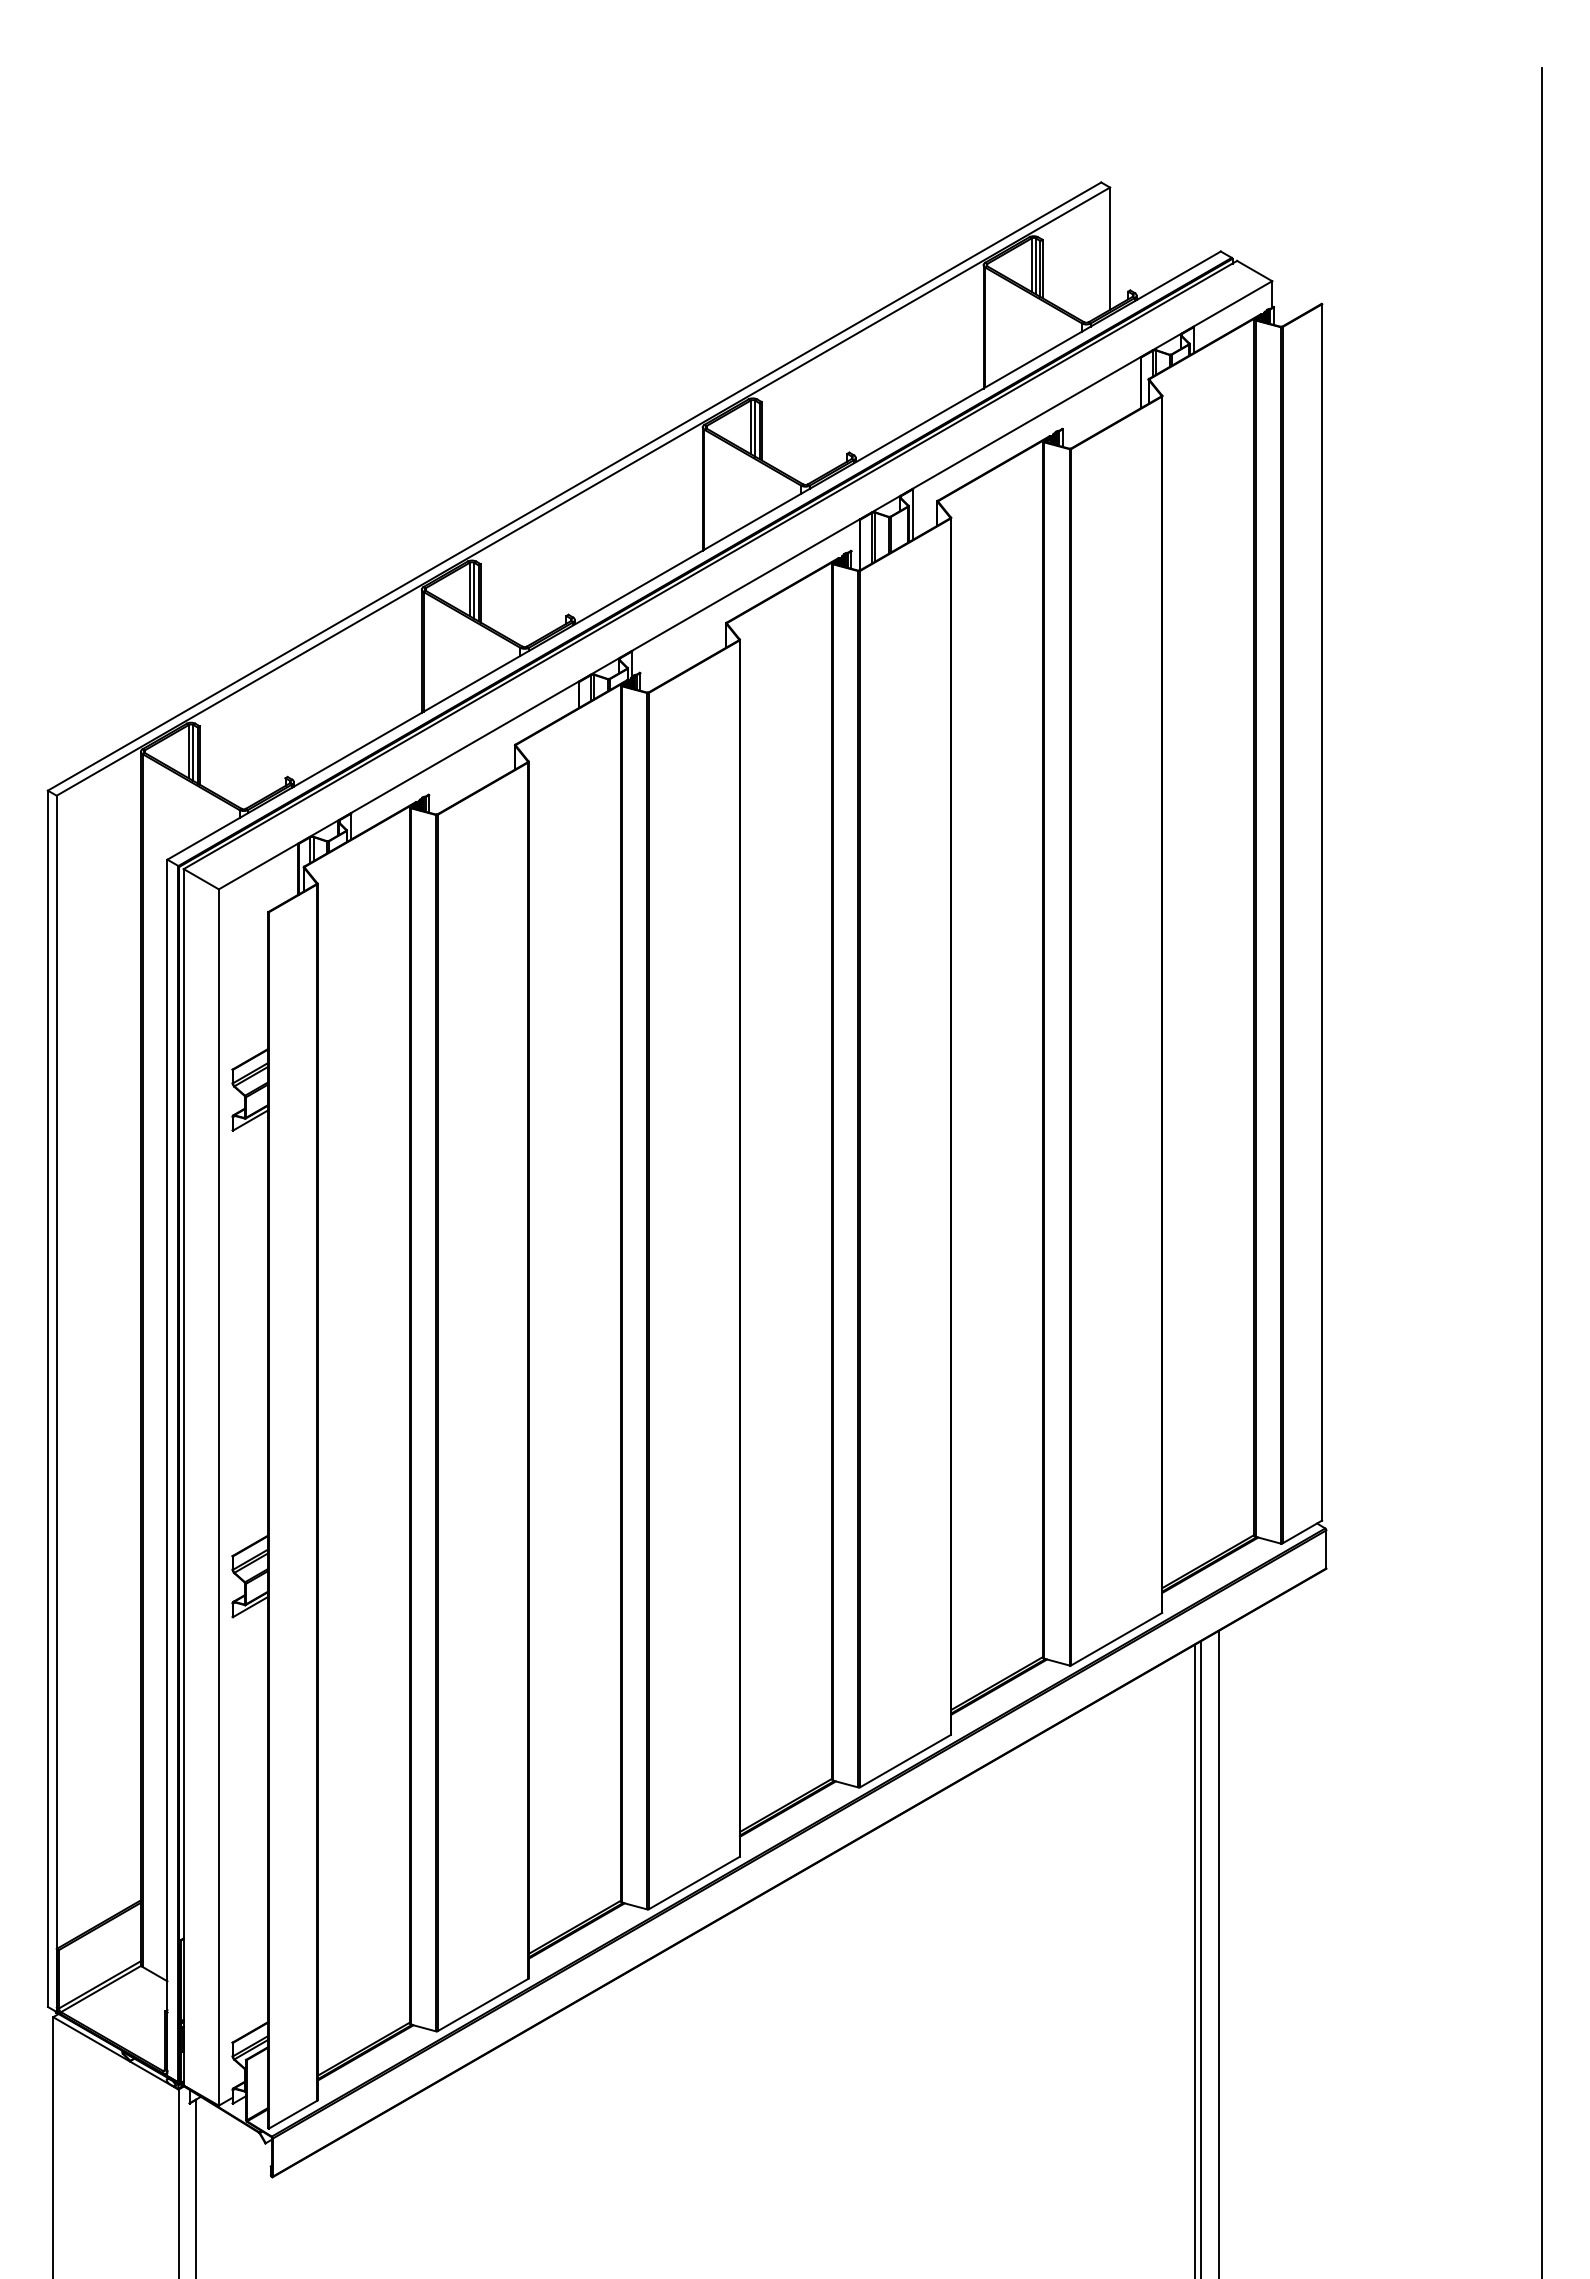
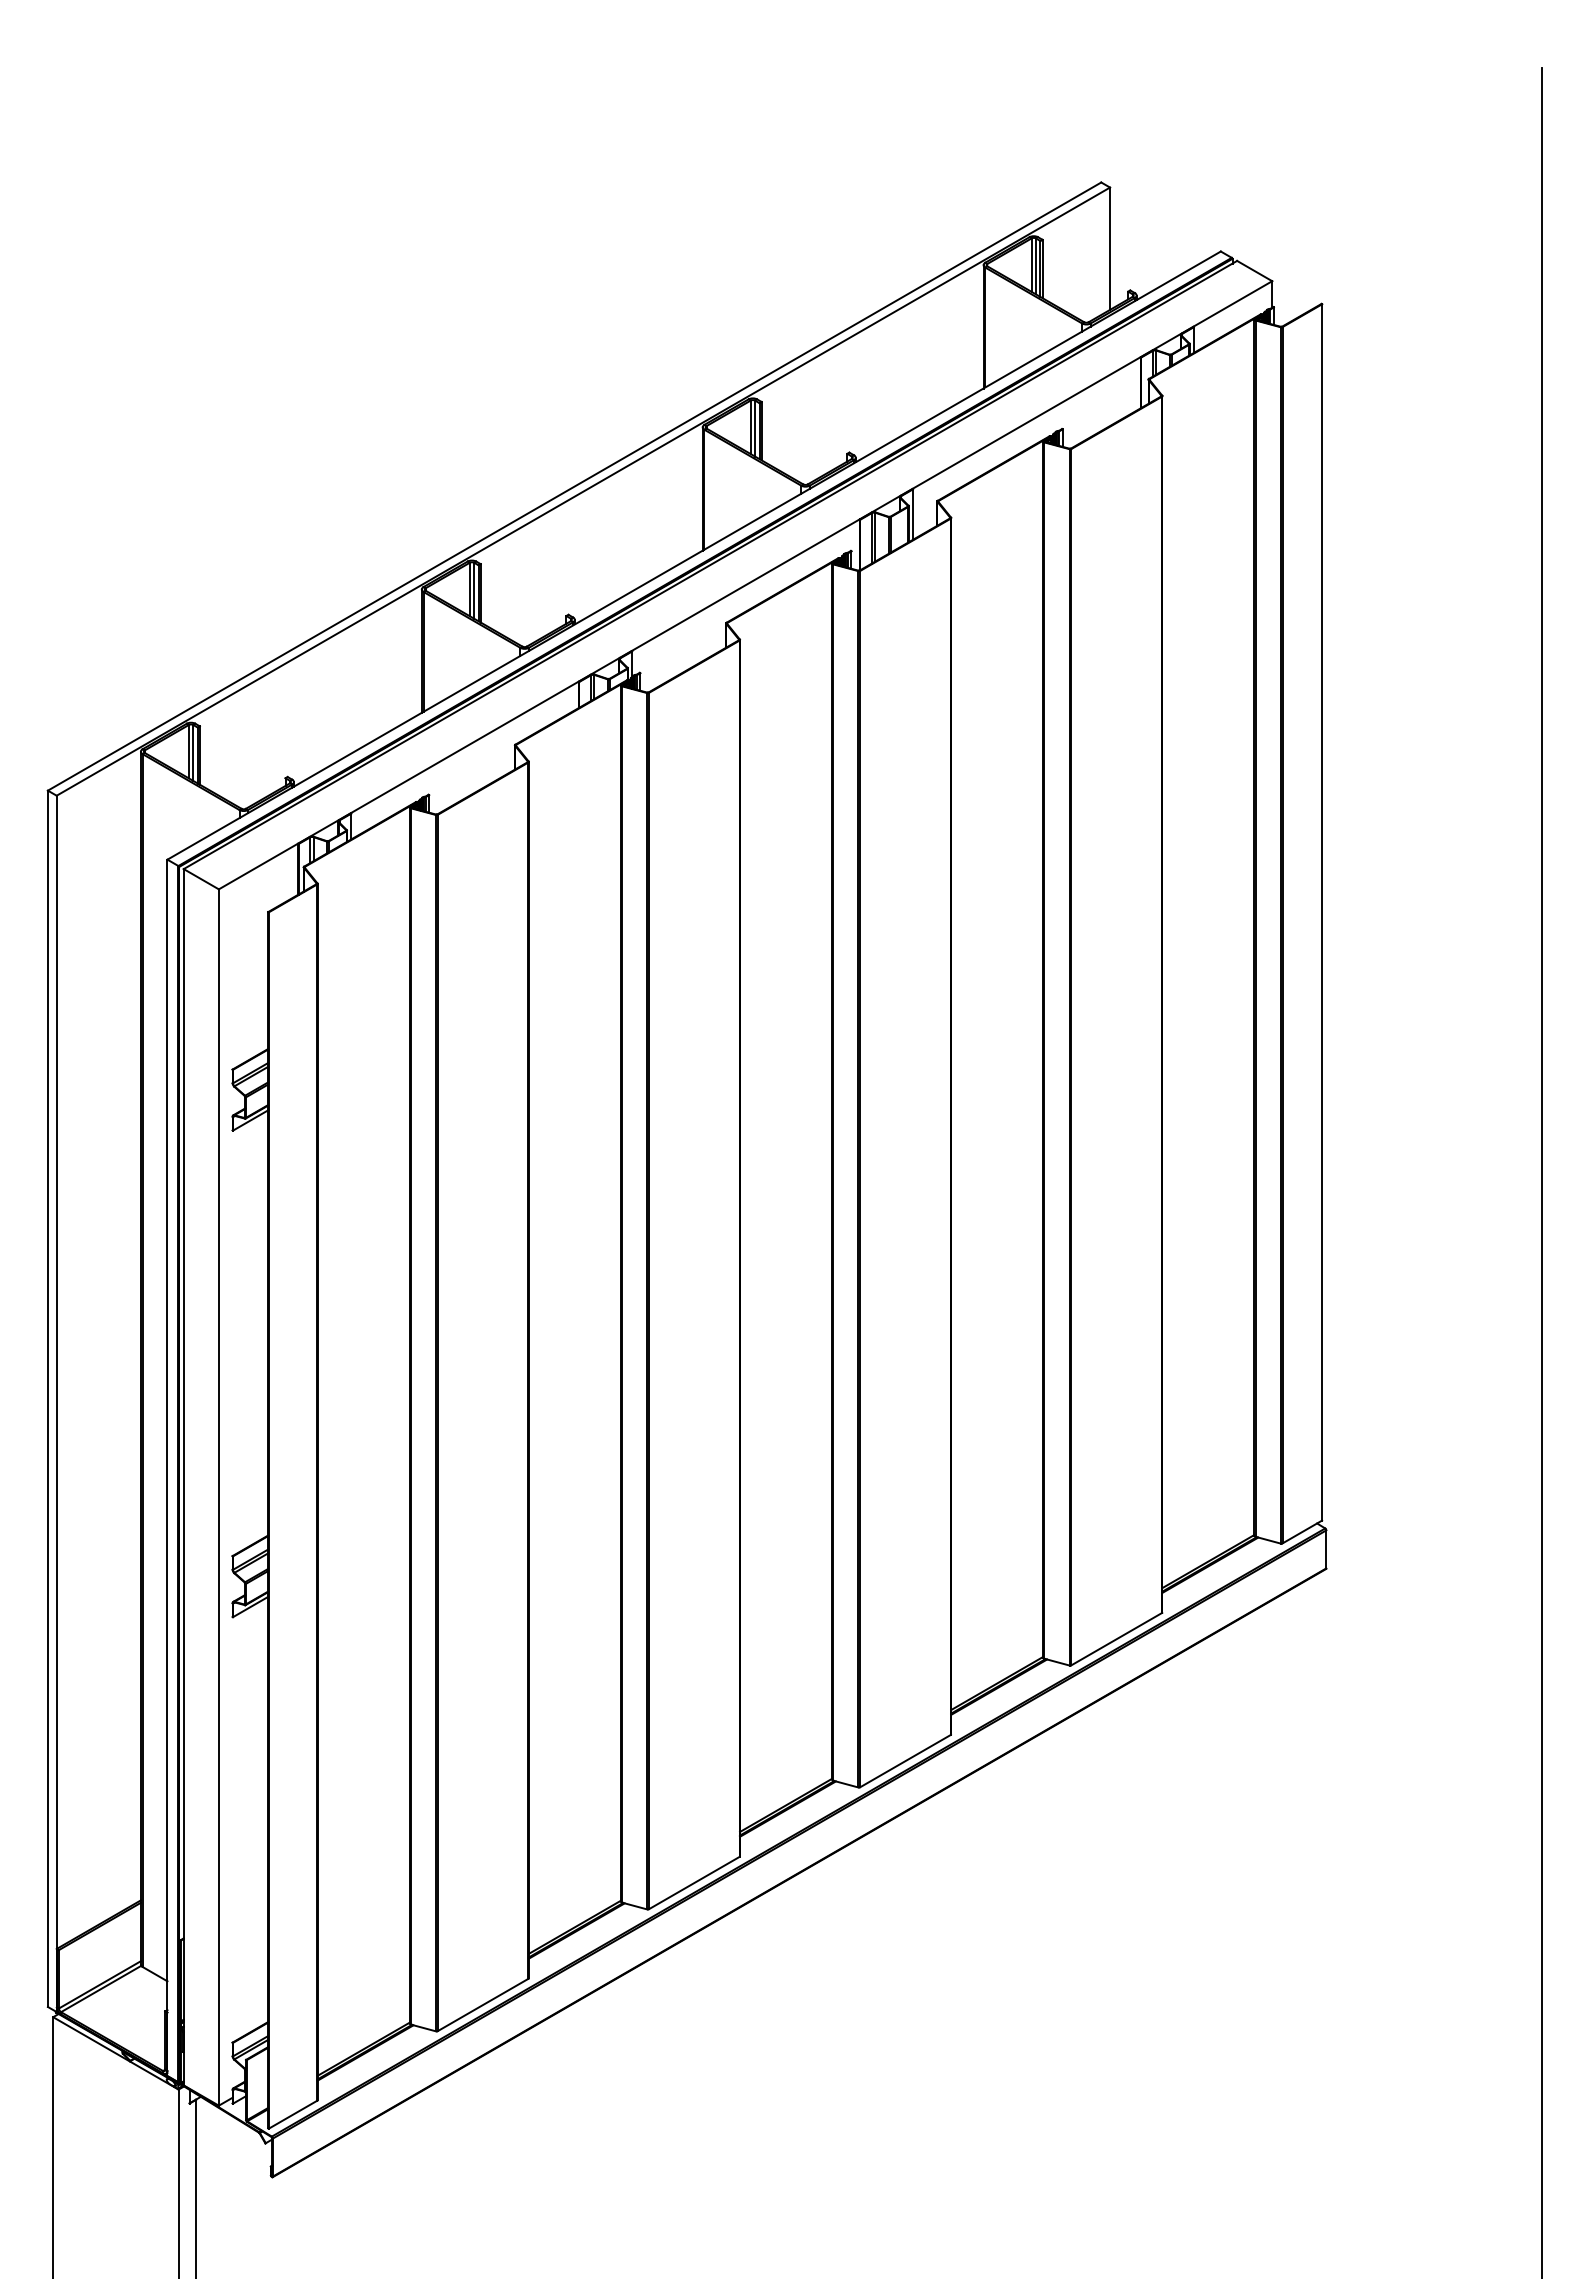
line at (1218, 1953): present -> none
line at (1201, 1958): present -> none
line at (1194, 1960): present -> none
